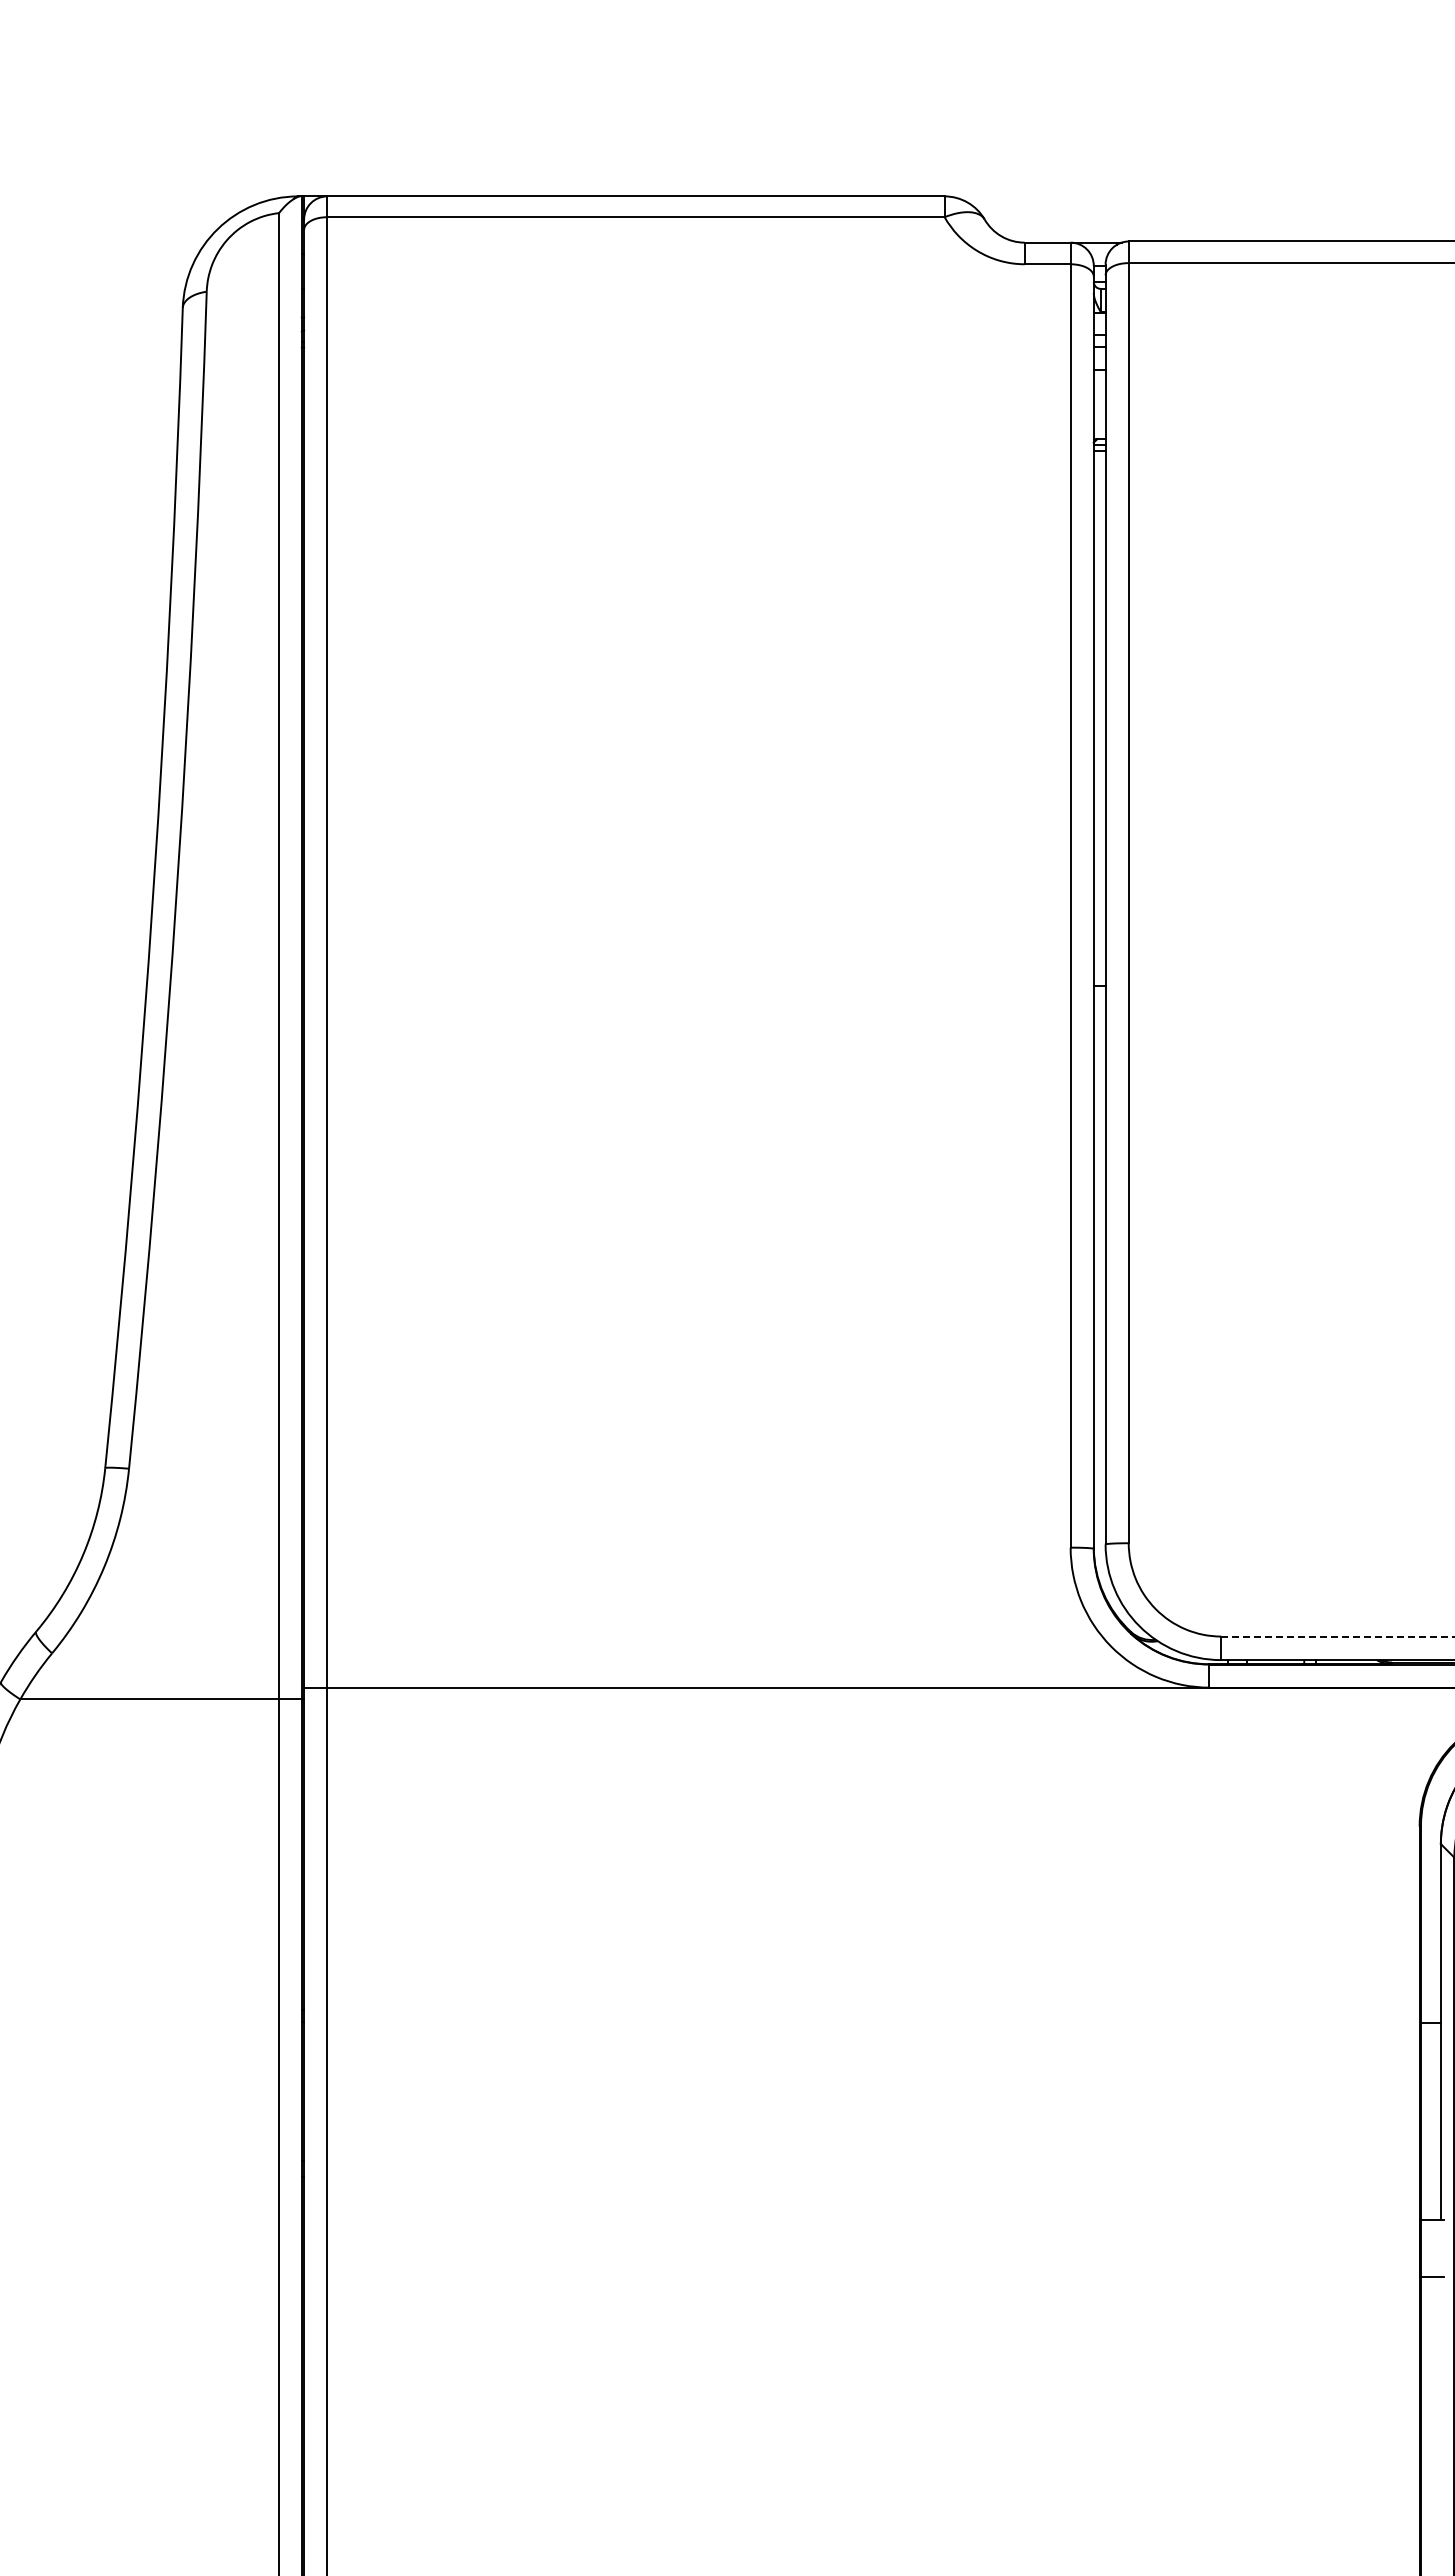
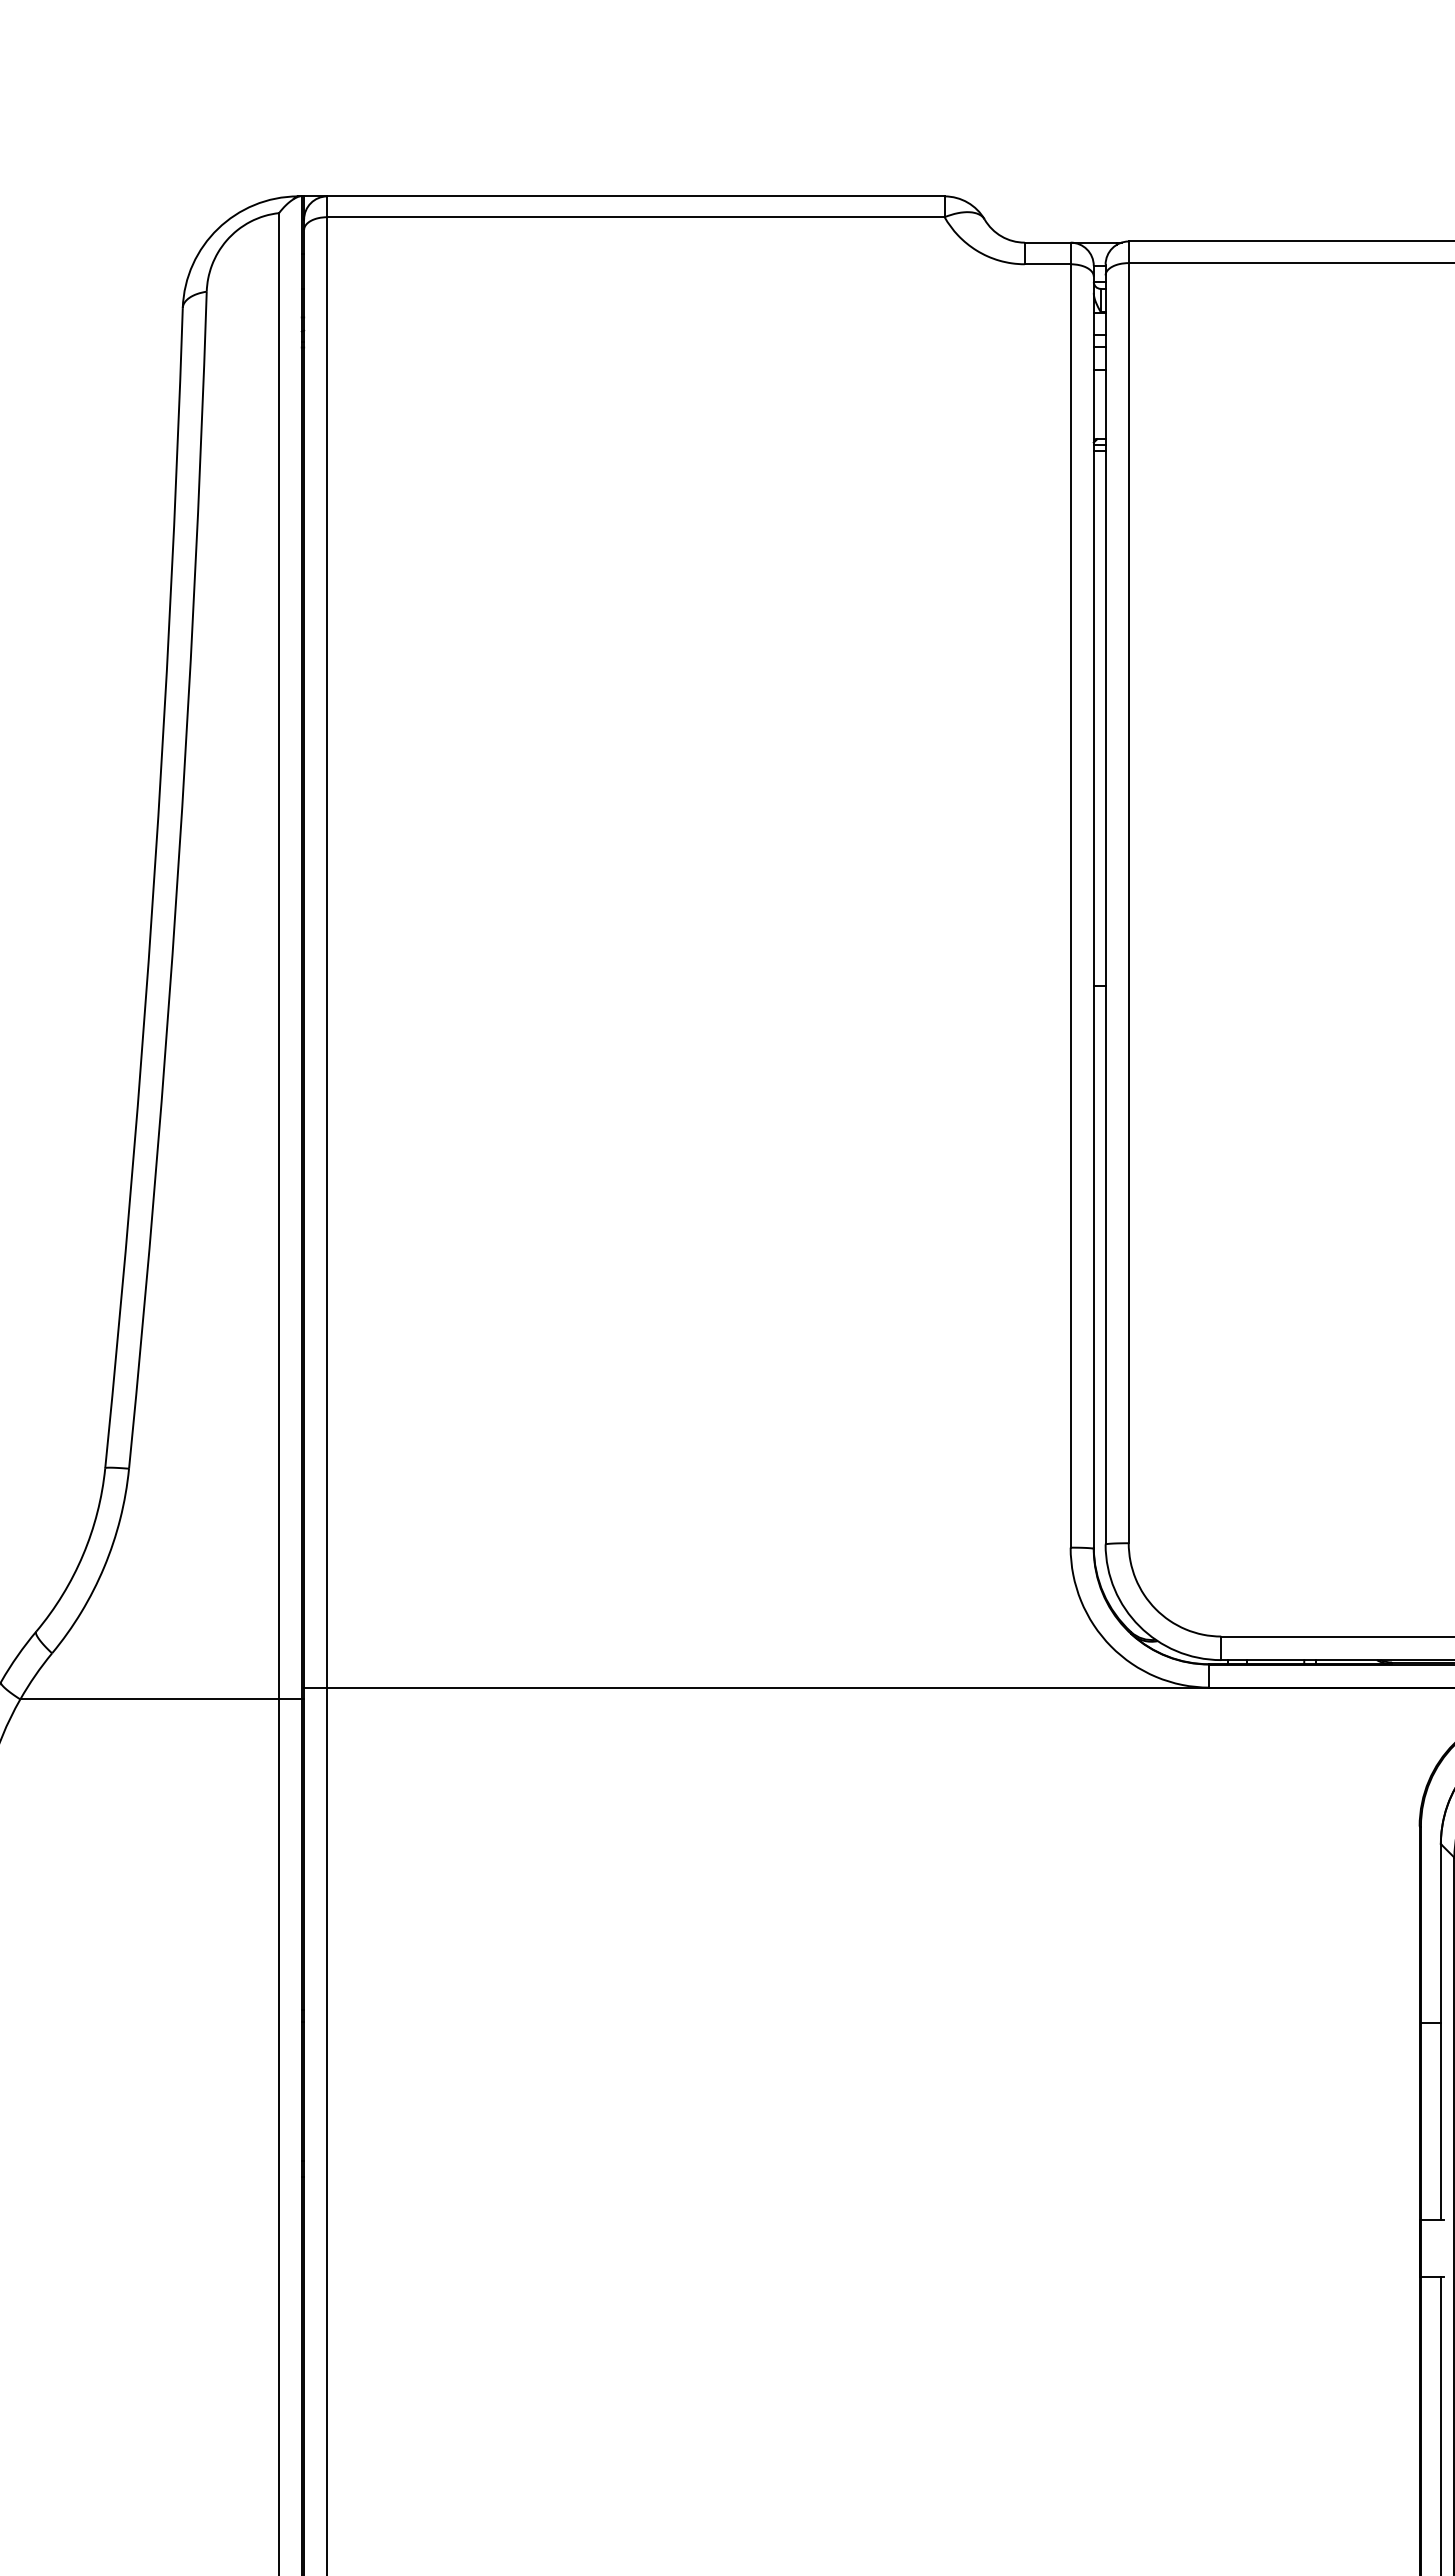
line at (1338, 1636): dashed -> solid
line at (1440, 2424): none -> present
